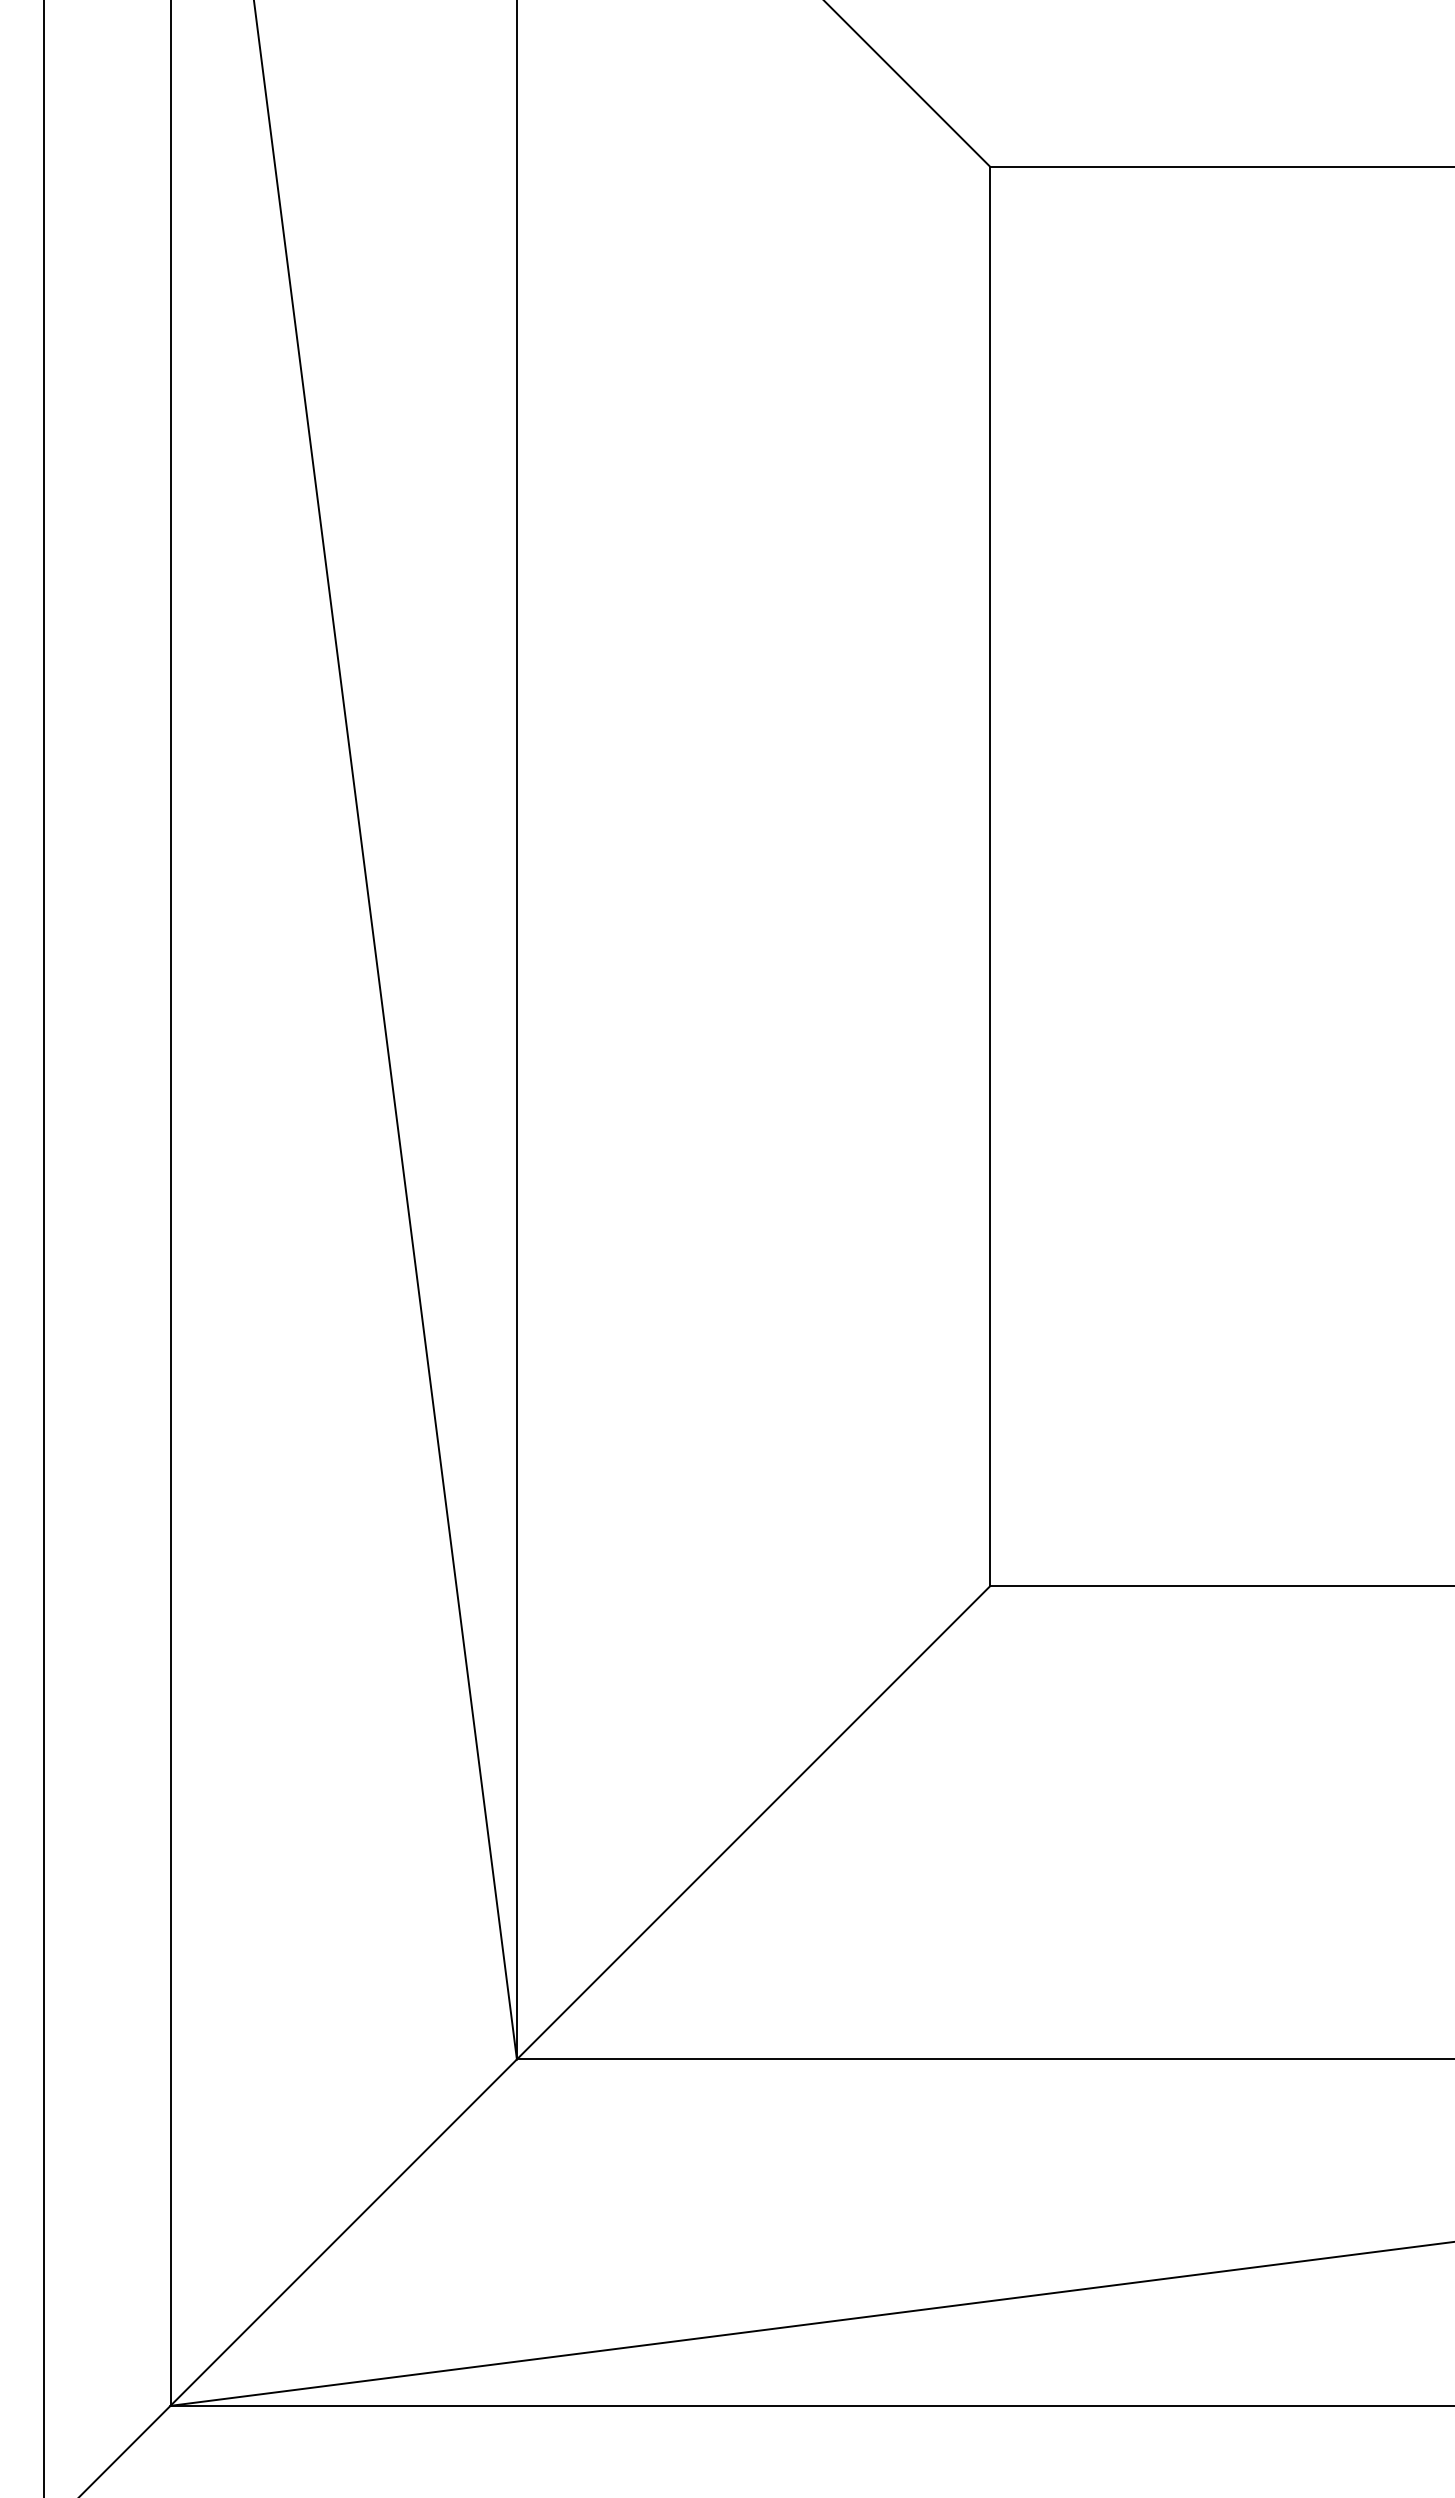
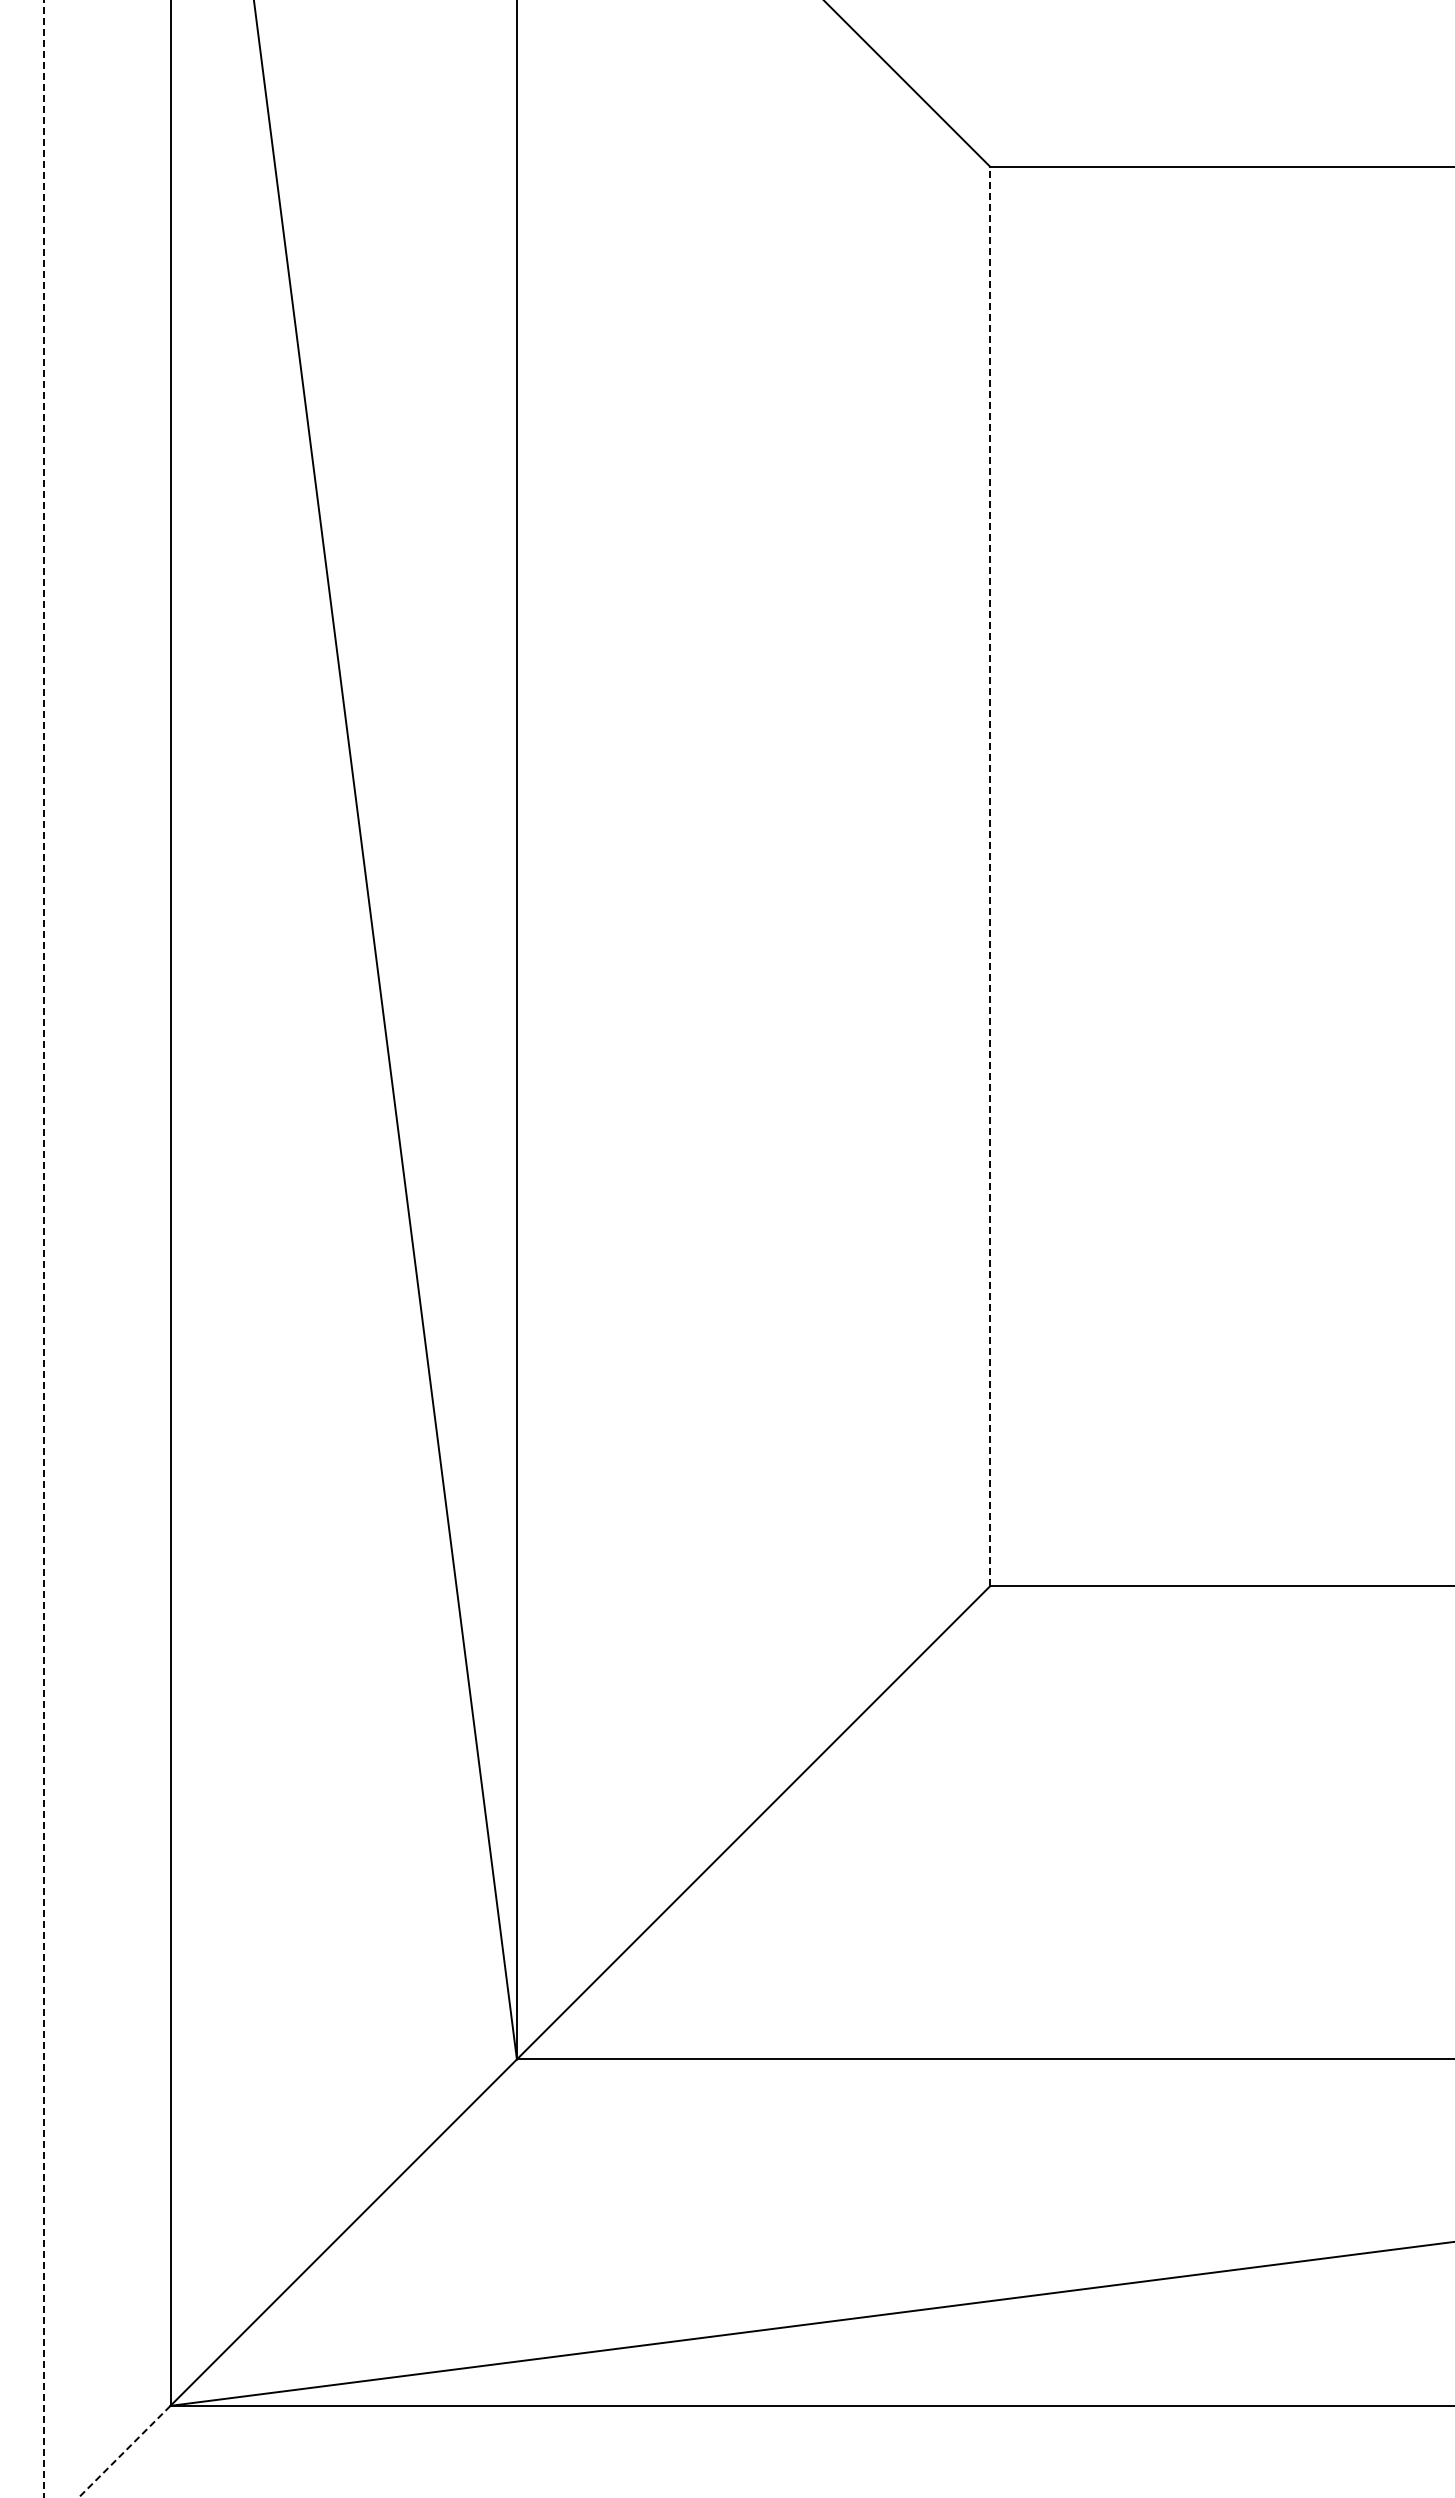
line at (990, 876): solid -> dashed
line at (43, 1248): solid -> dashed
line at (124, 2451): solid -> dashed
